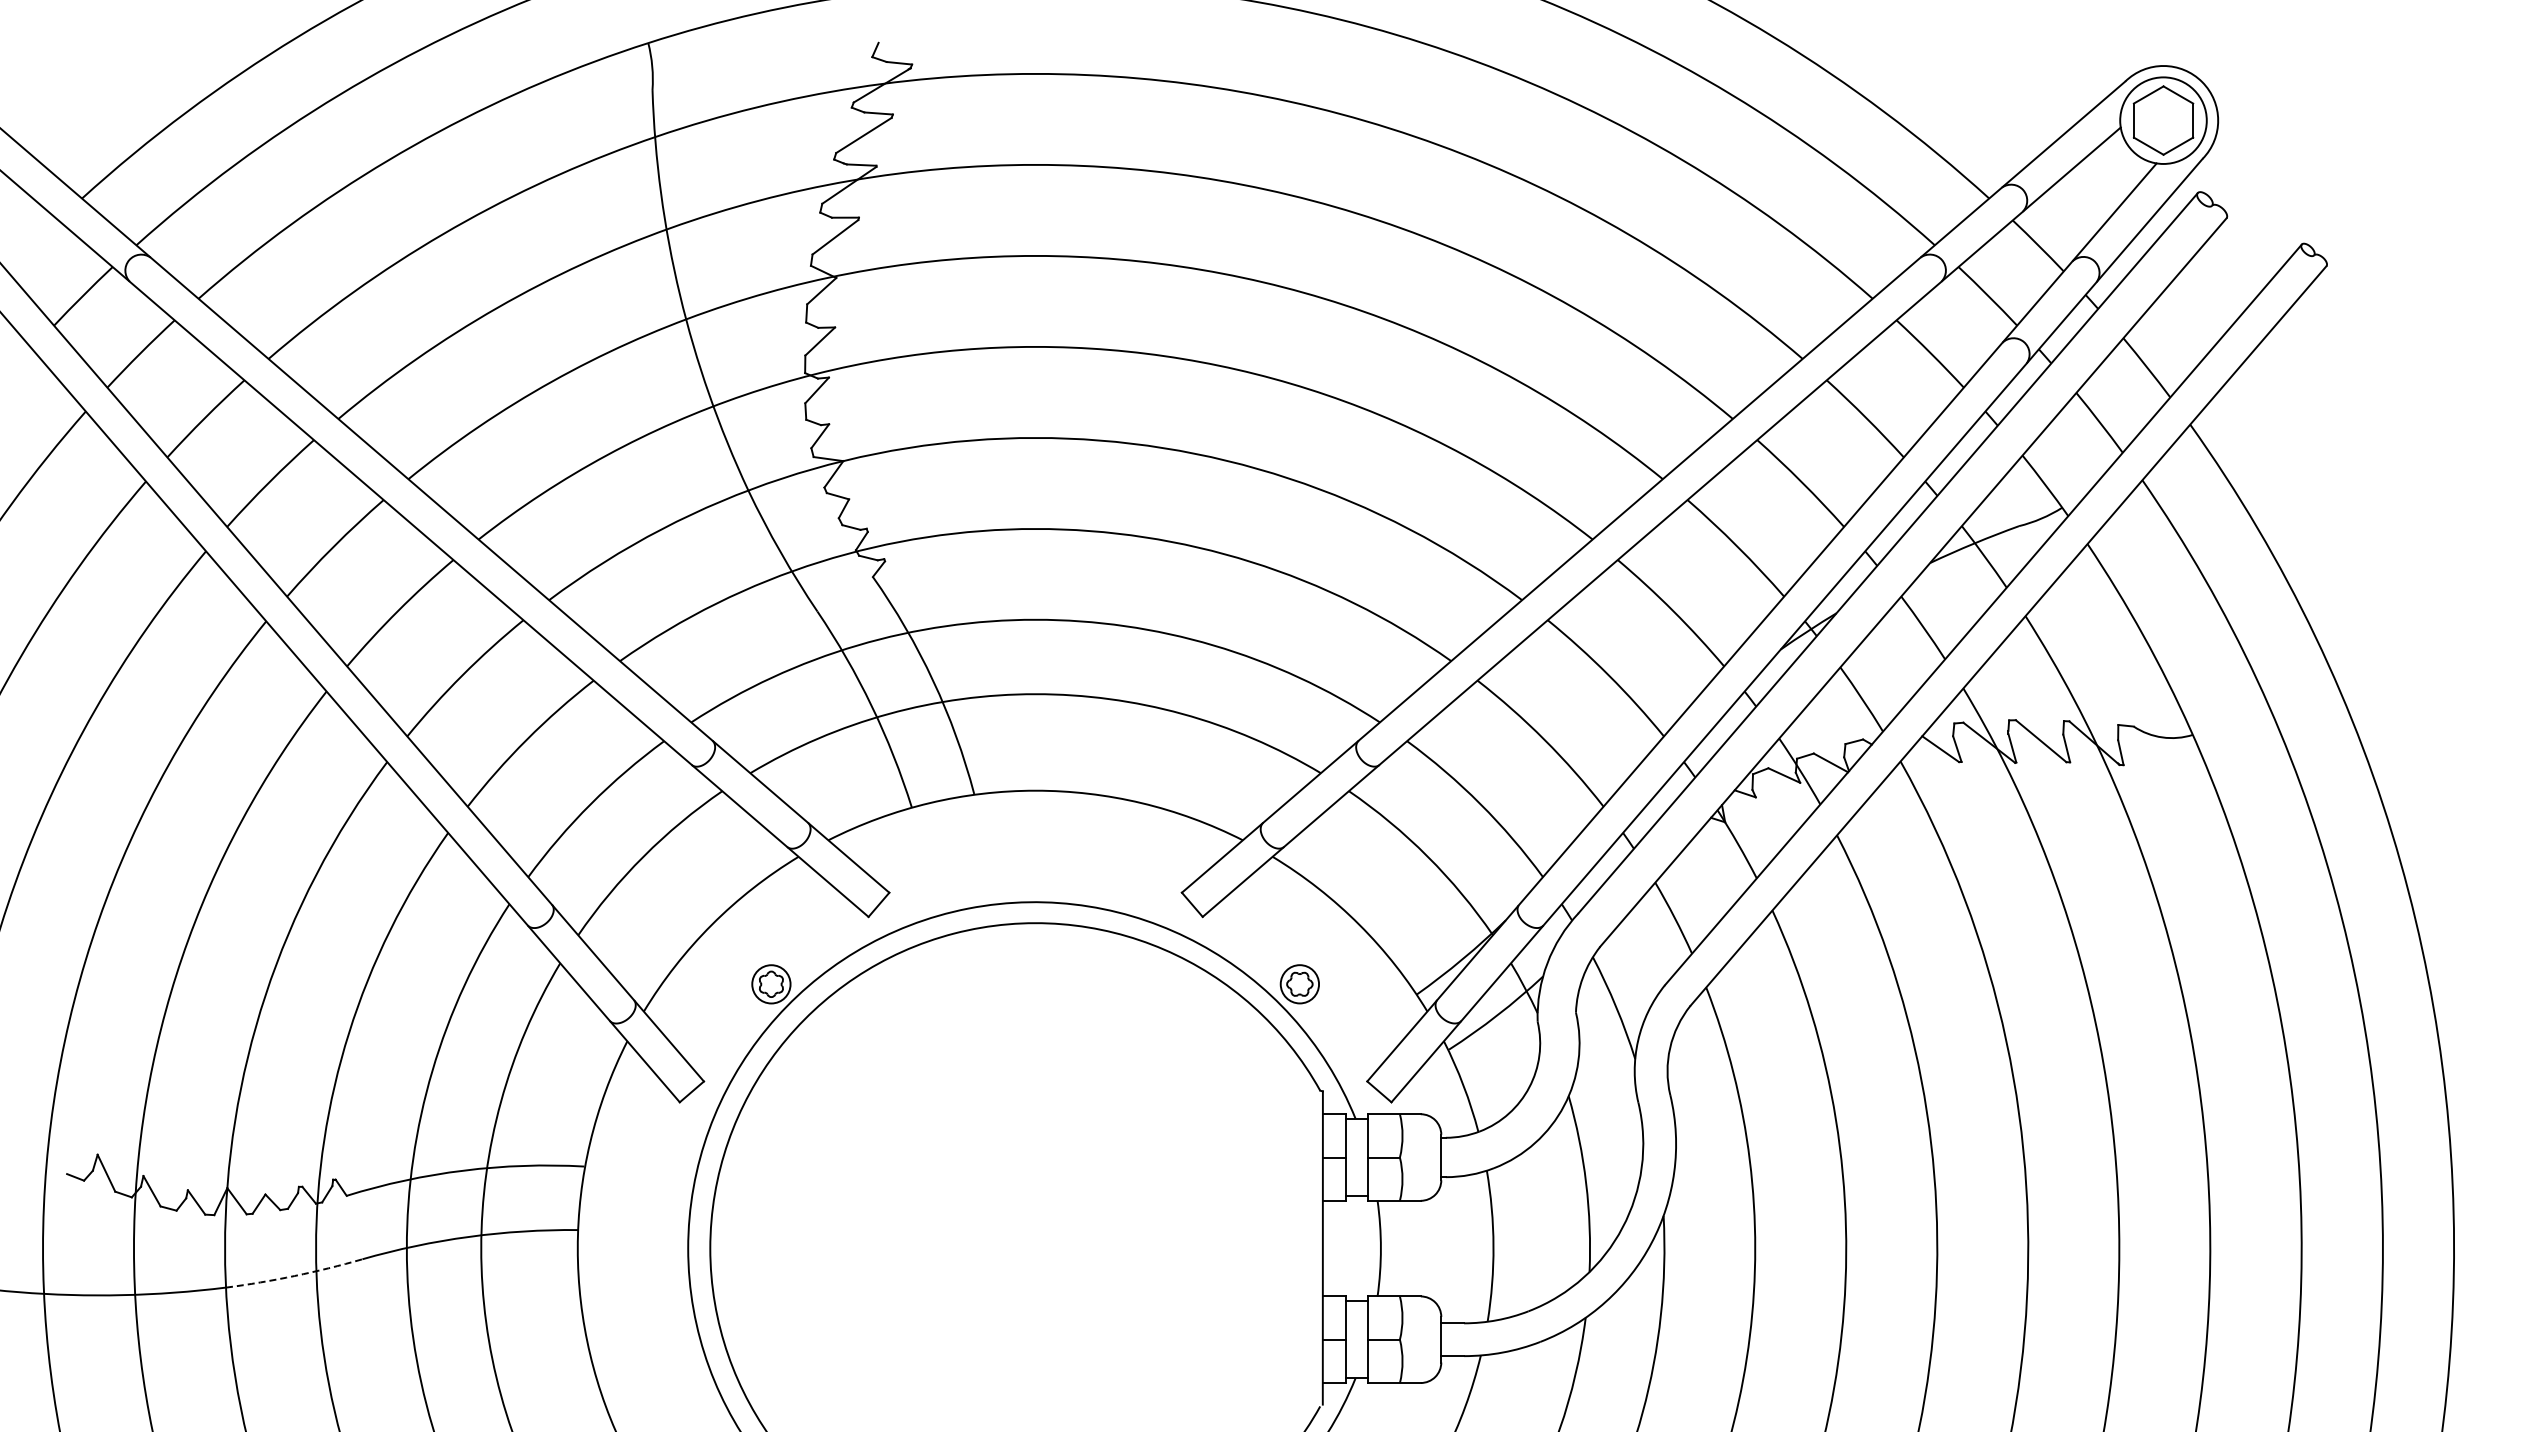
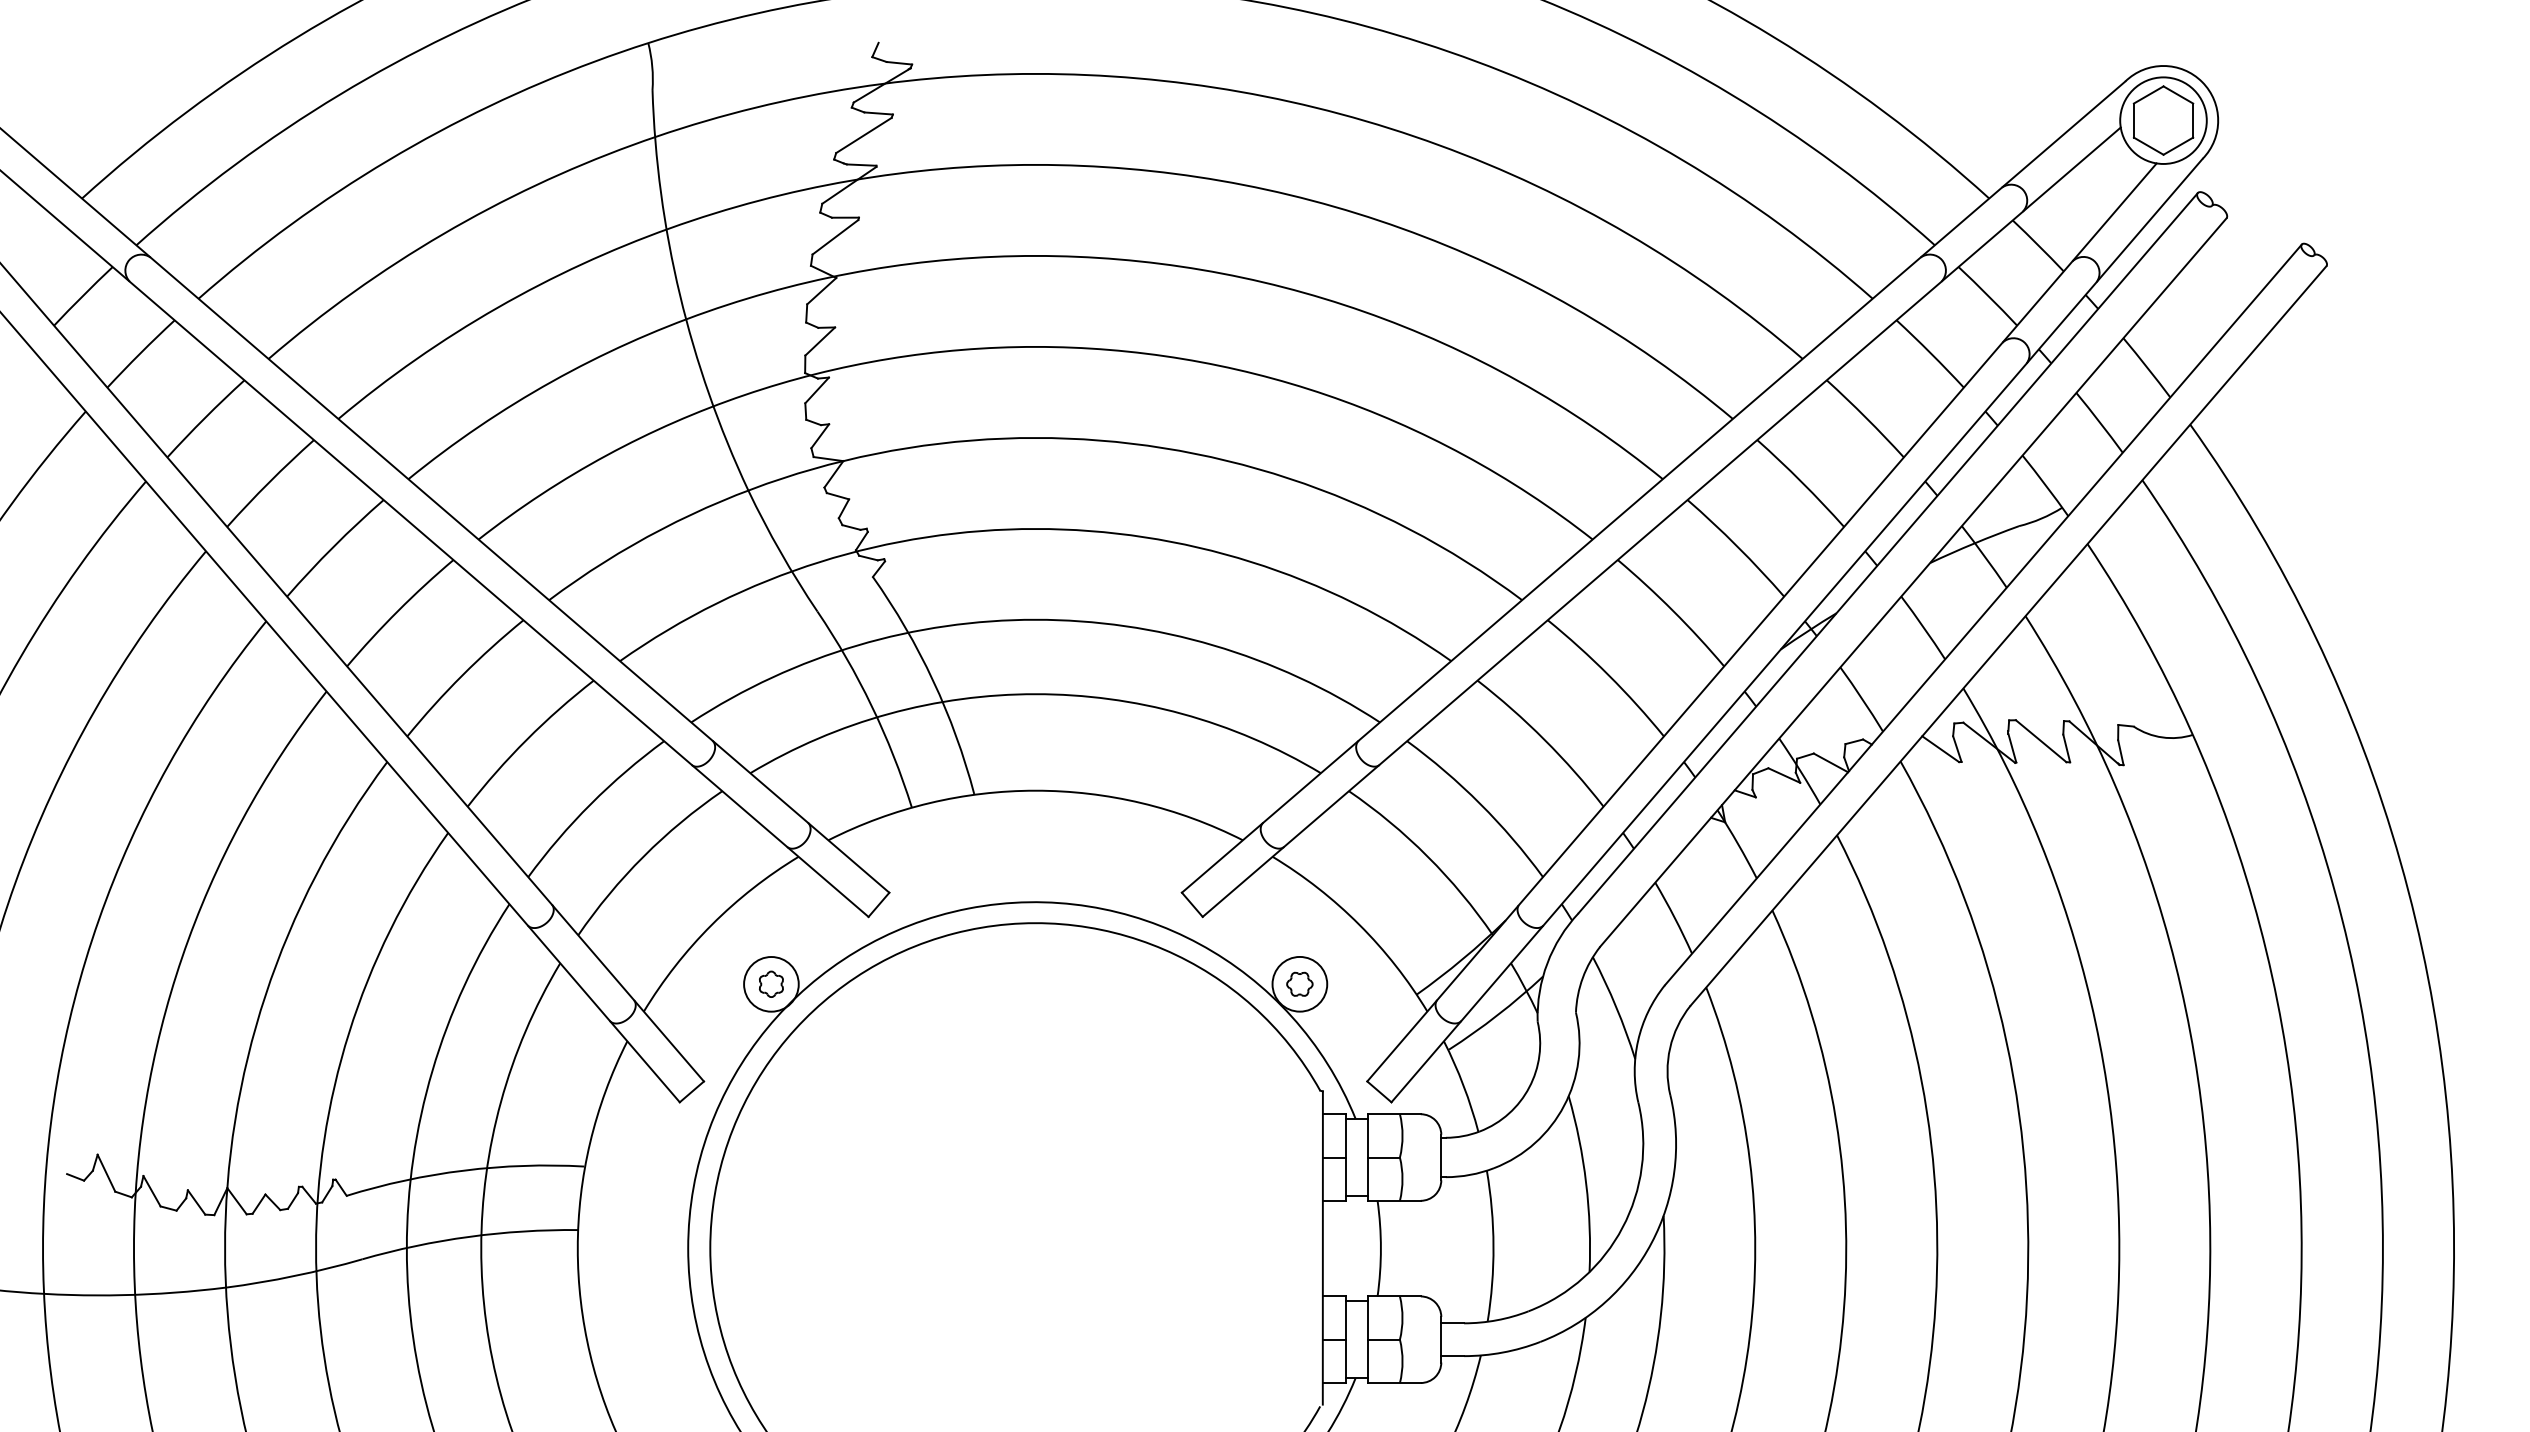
circle at (771, 984) diameter: 38 px -> 55 px
circle at (1299, 984) diameter: 38 px -> 55 px
arc at (294, 1276): dashed -> solid
